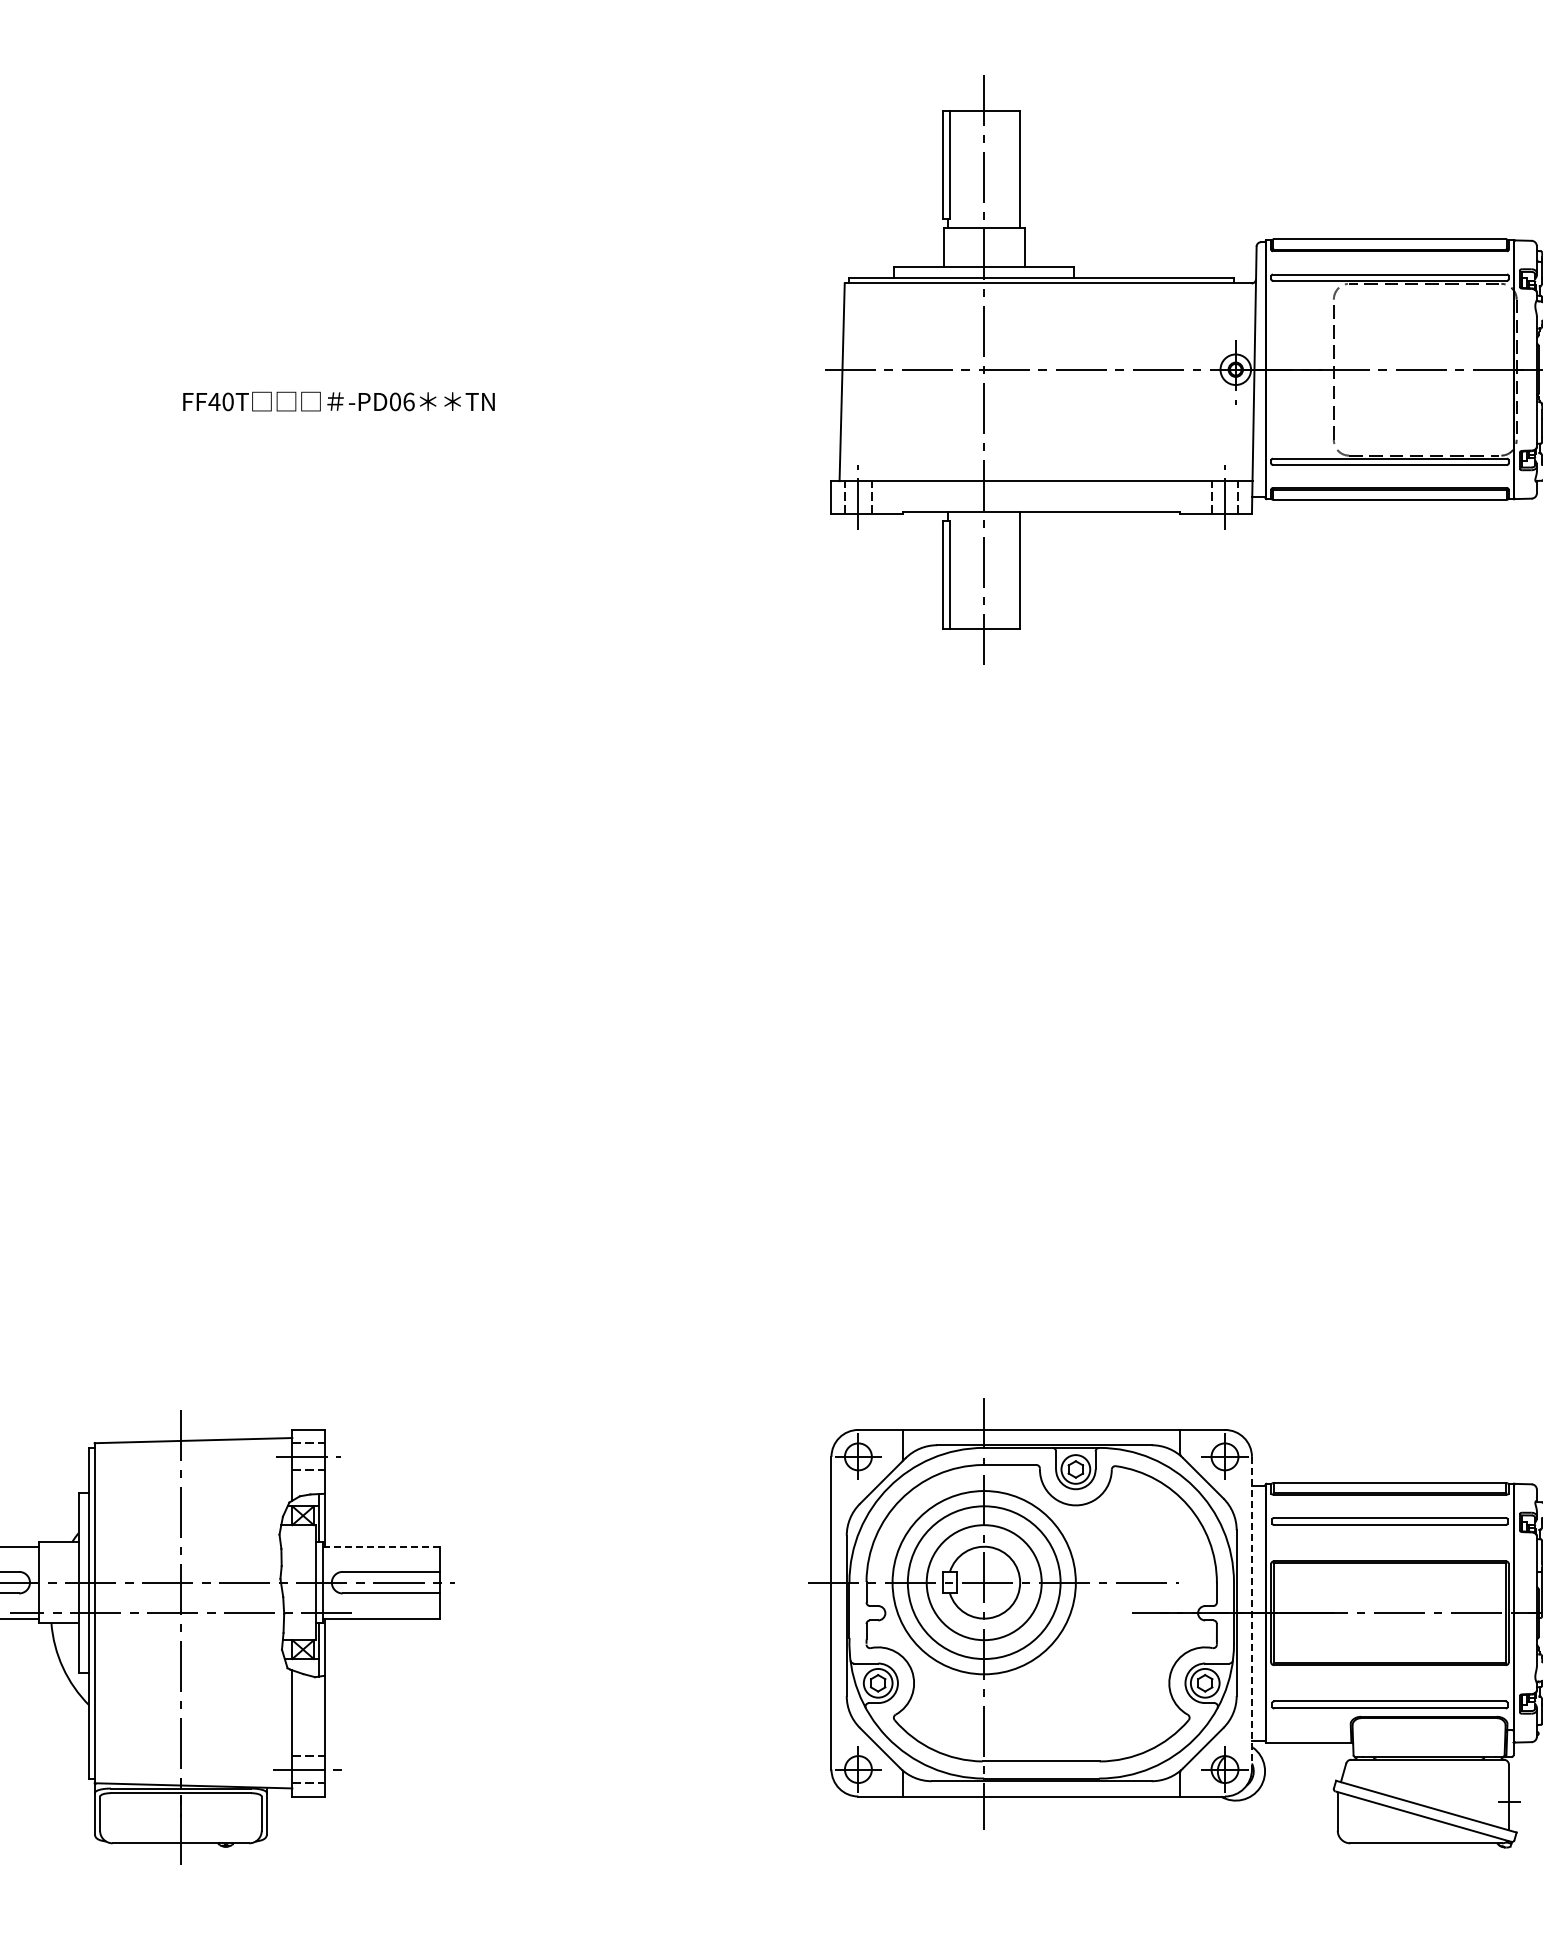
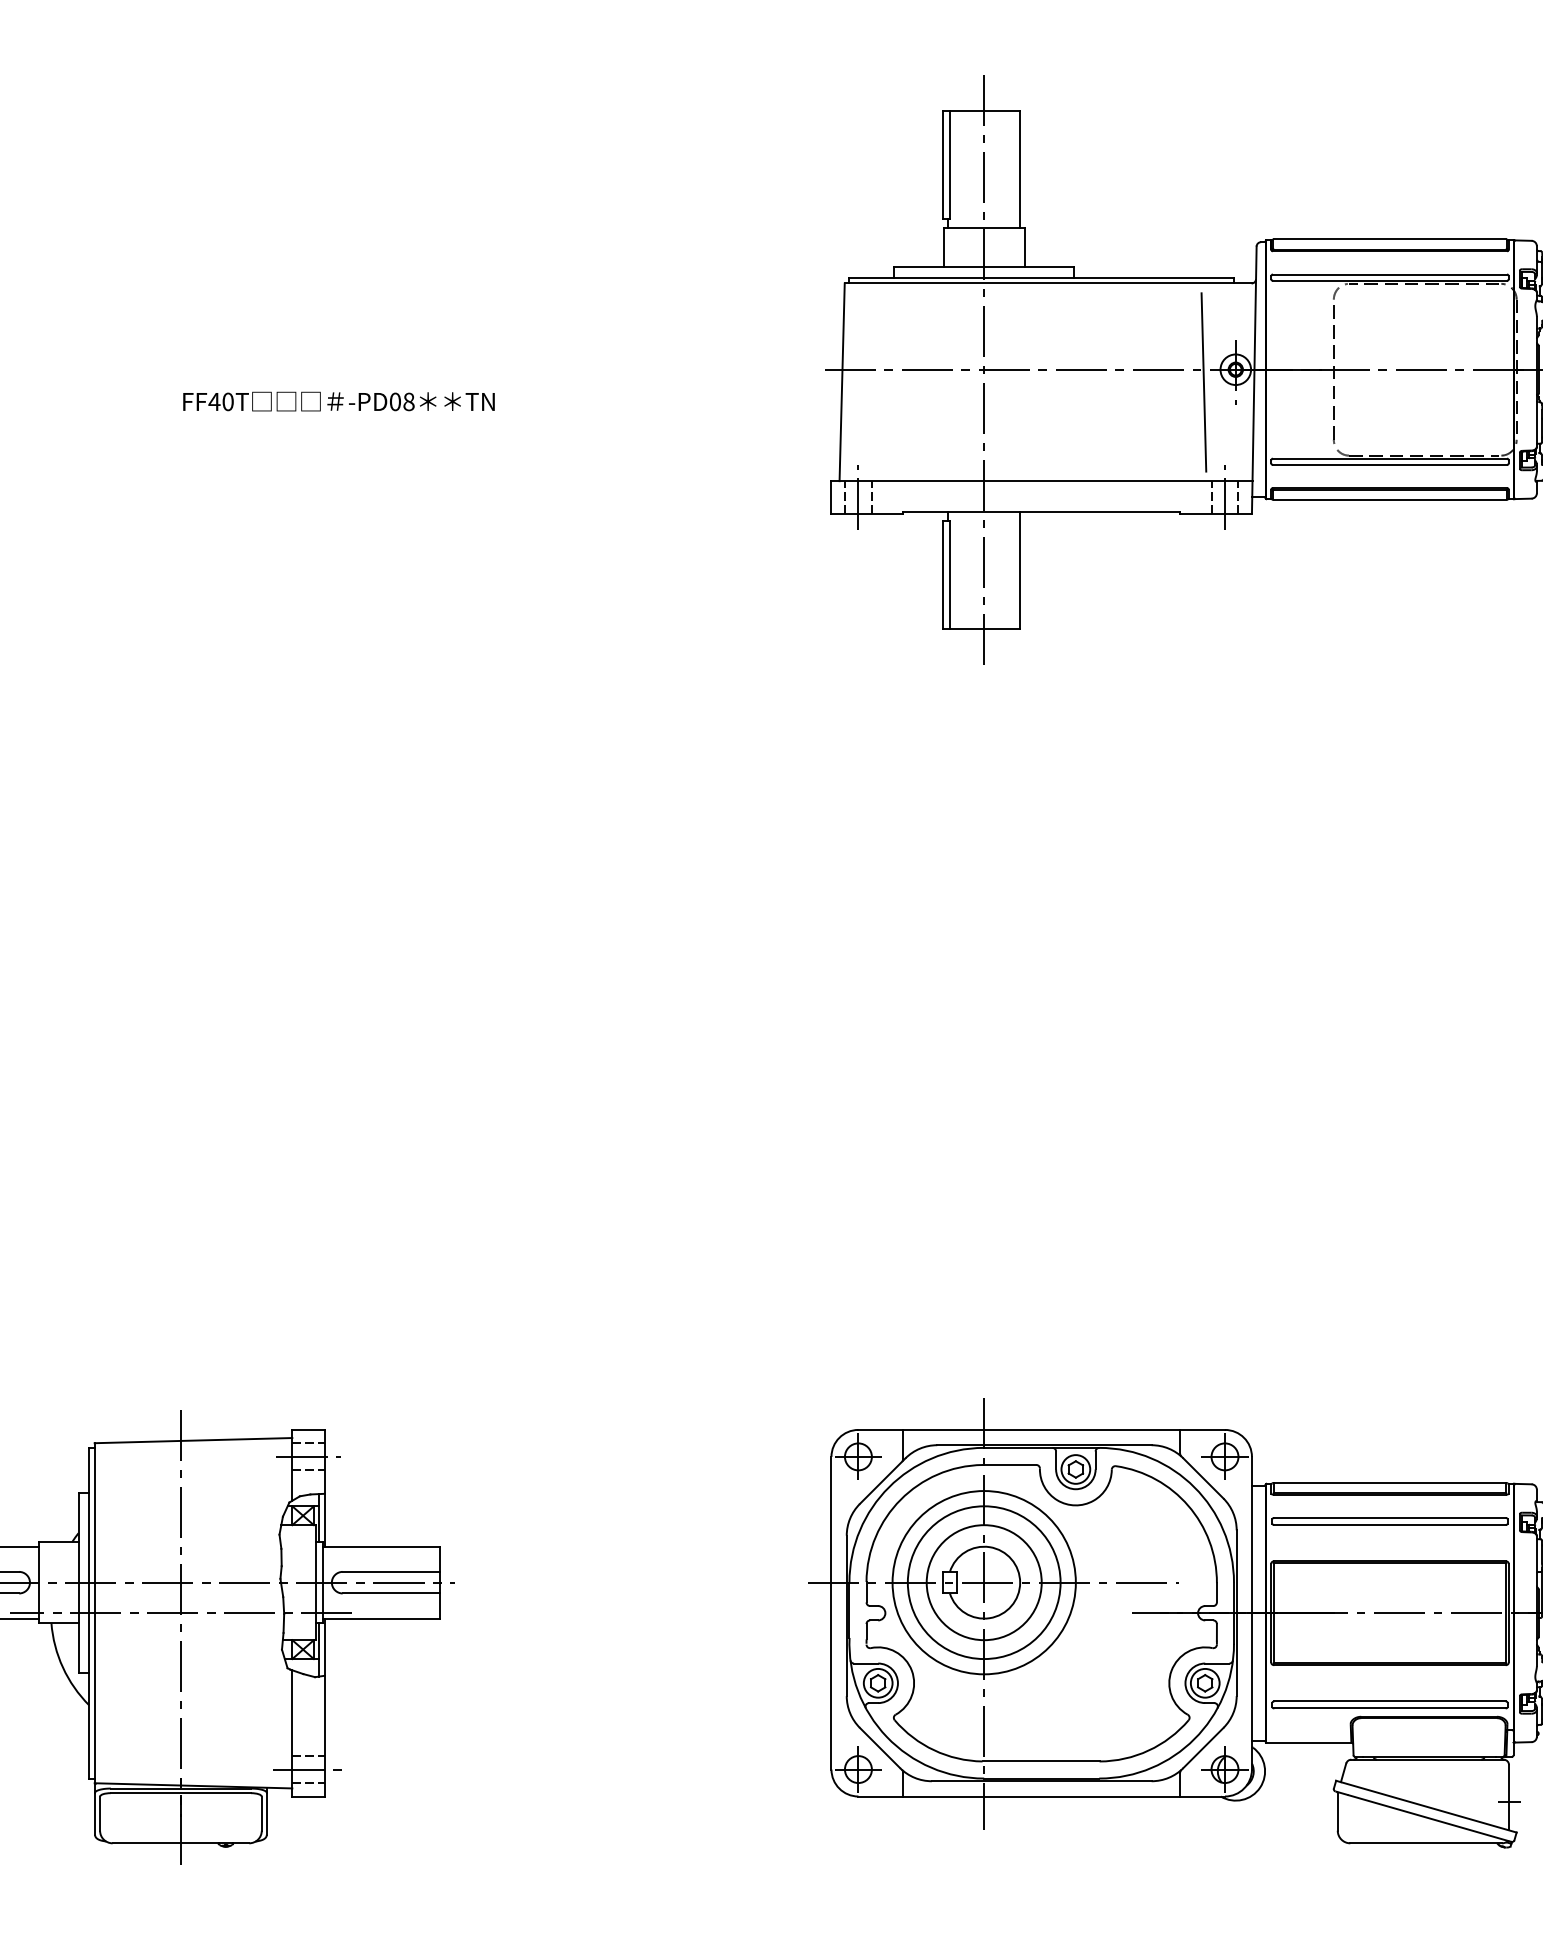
line at (1203, 382): none -> present
text at (408, 401): -PD06 -> -PD08
line at (381, 1546): dashed -> solid
line at (1251, 1613): dashed -> solid
